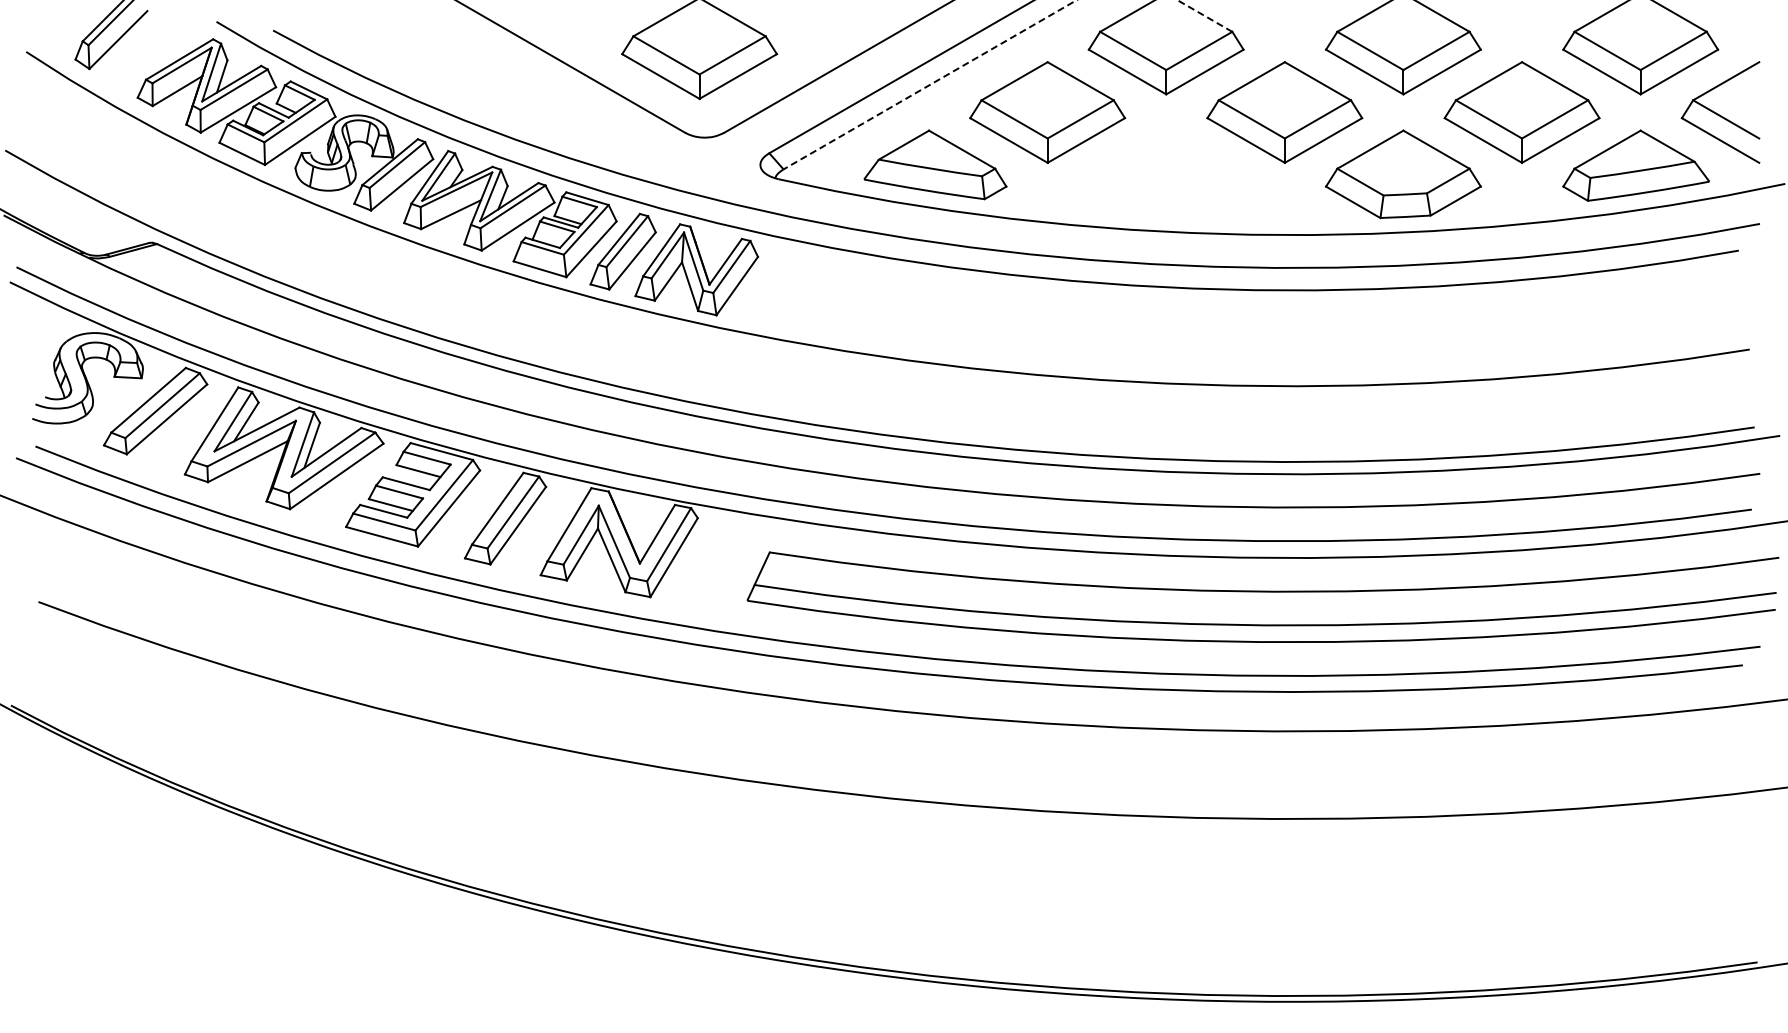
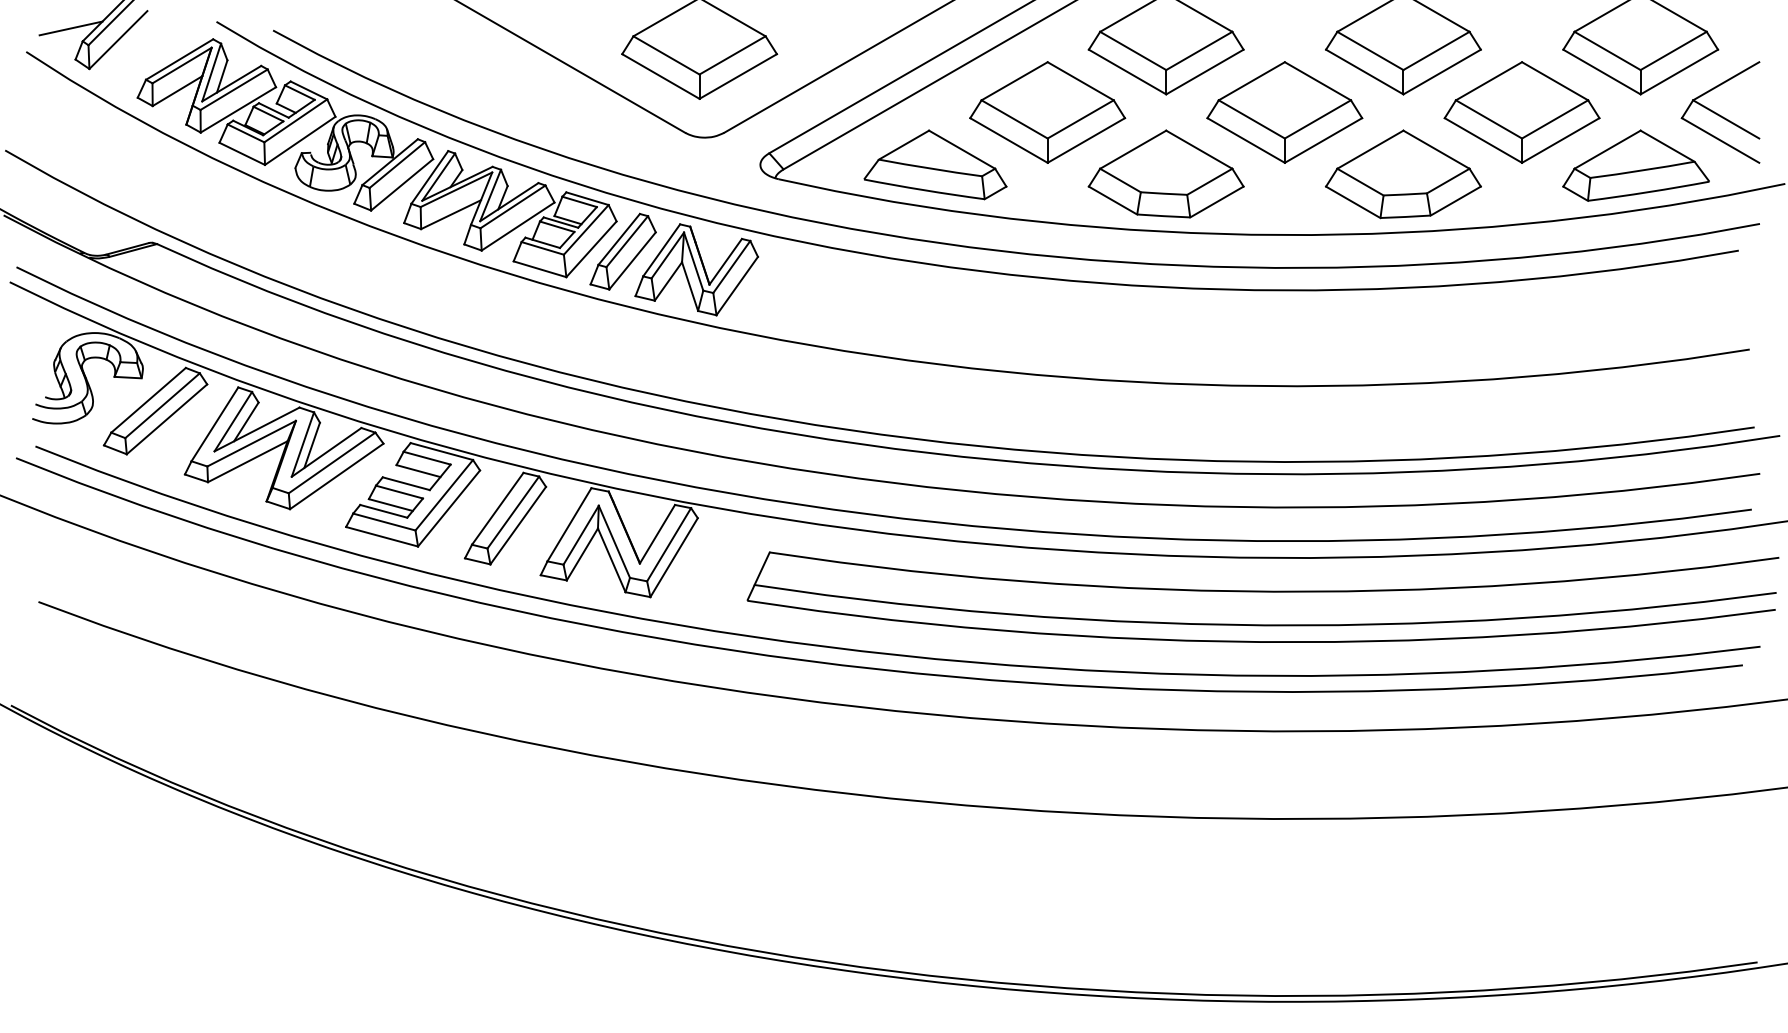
line at (1204, 16): dashed -> solid
line at (70, 28): none -> present
line at (929, 84): dashed -> solid
part at (1165, 173): none -> present
